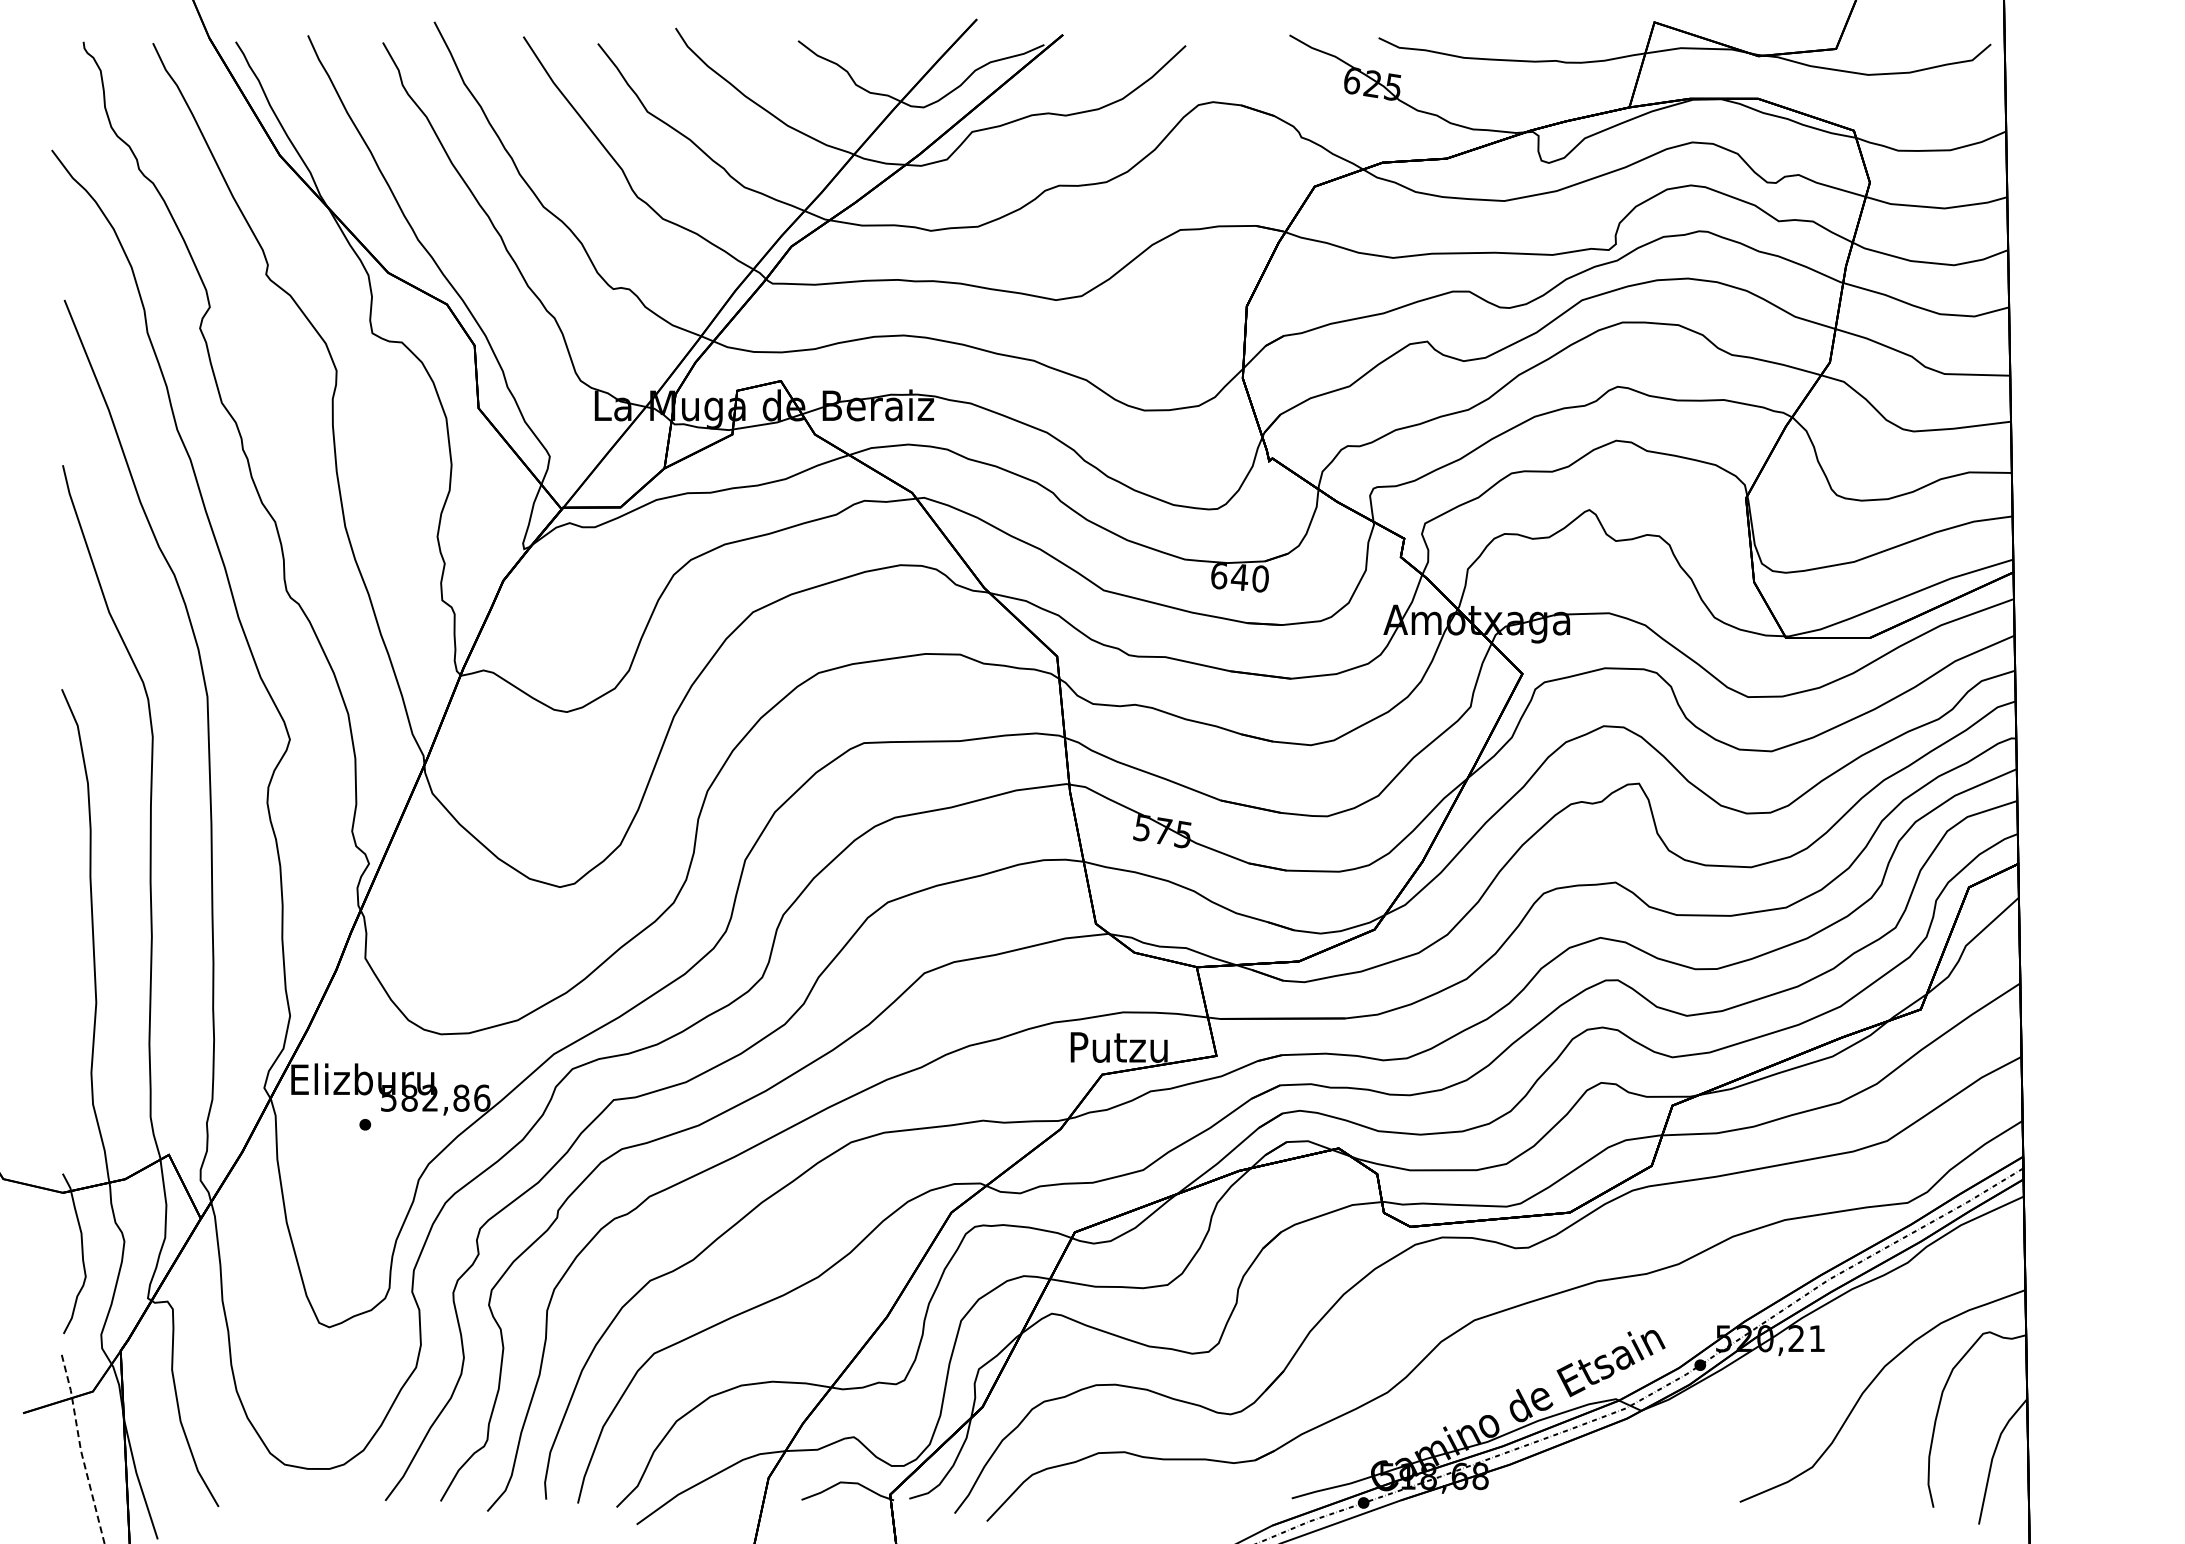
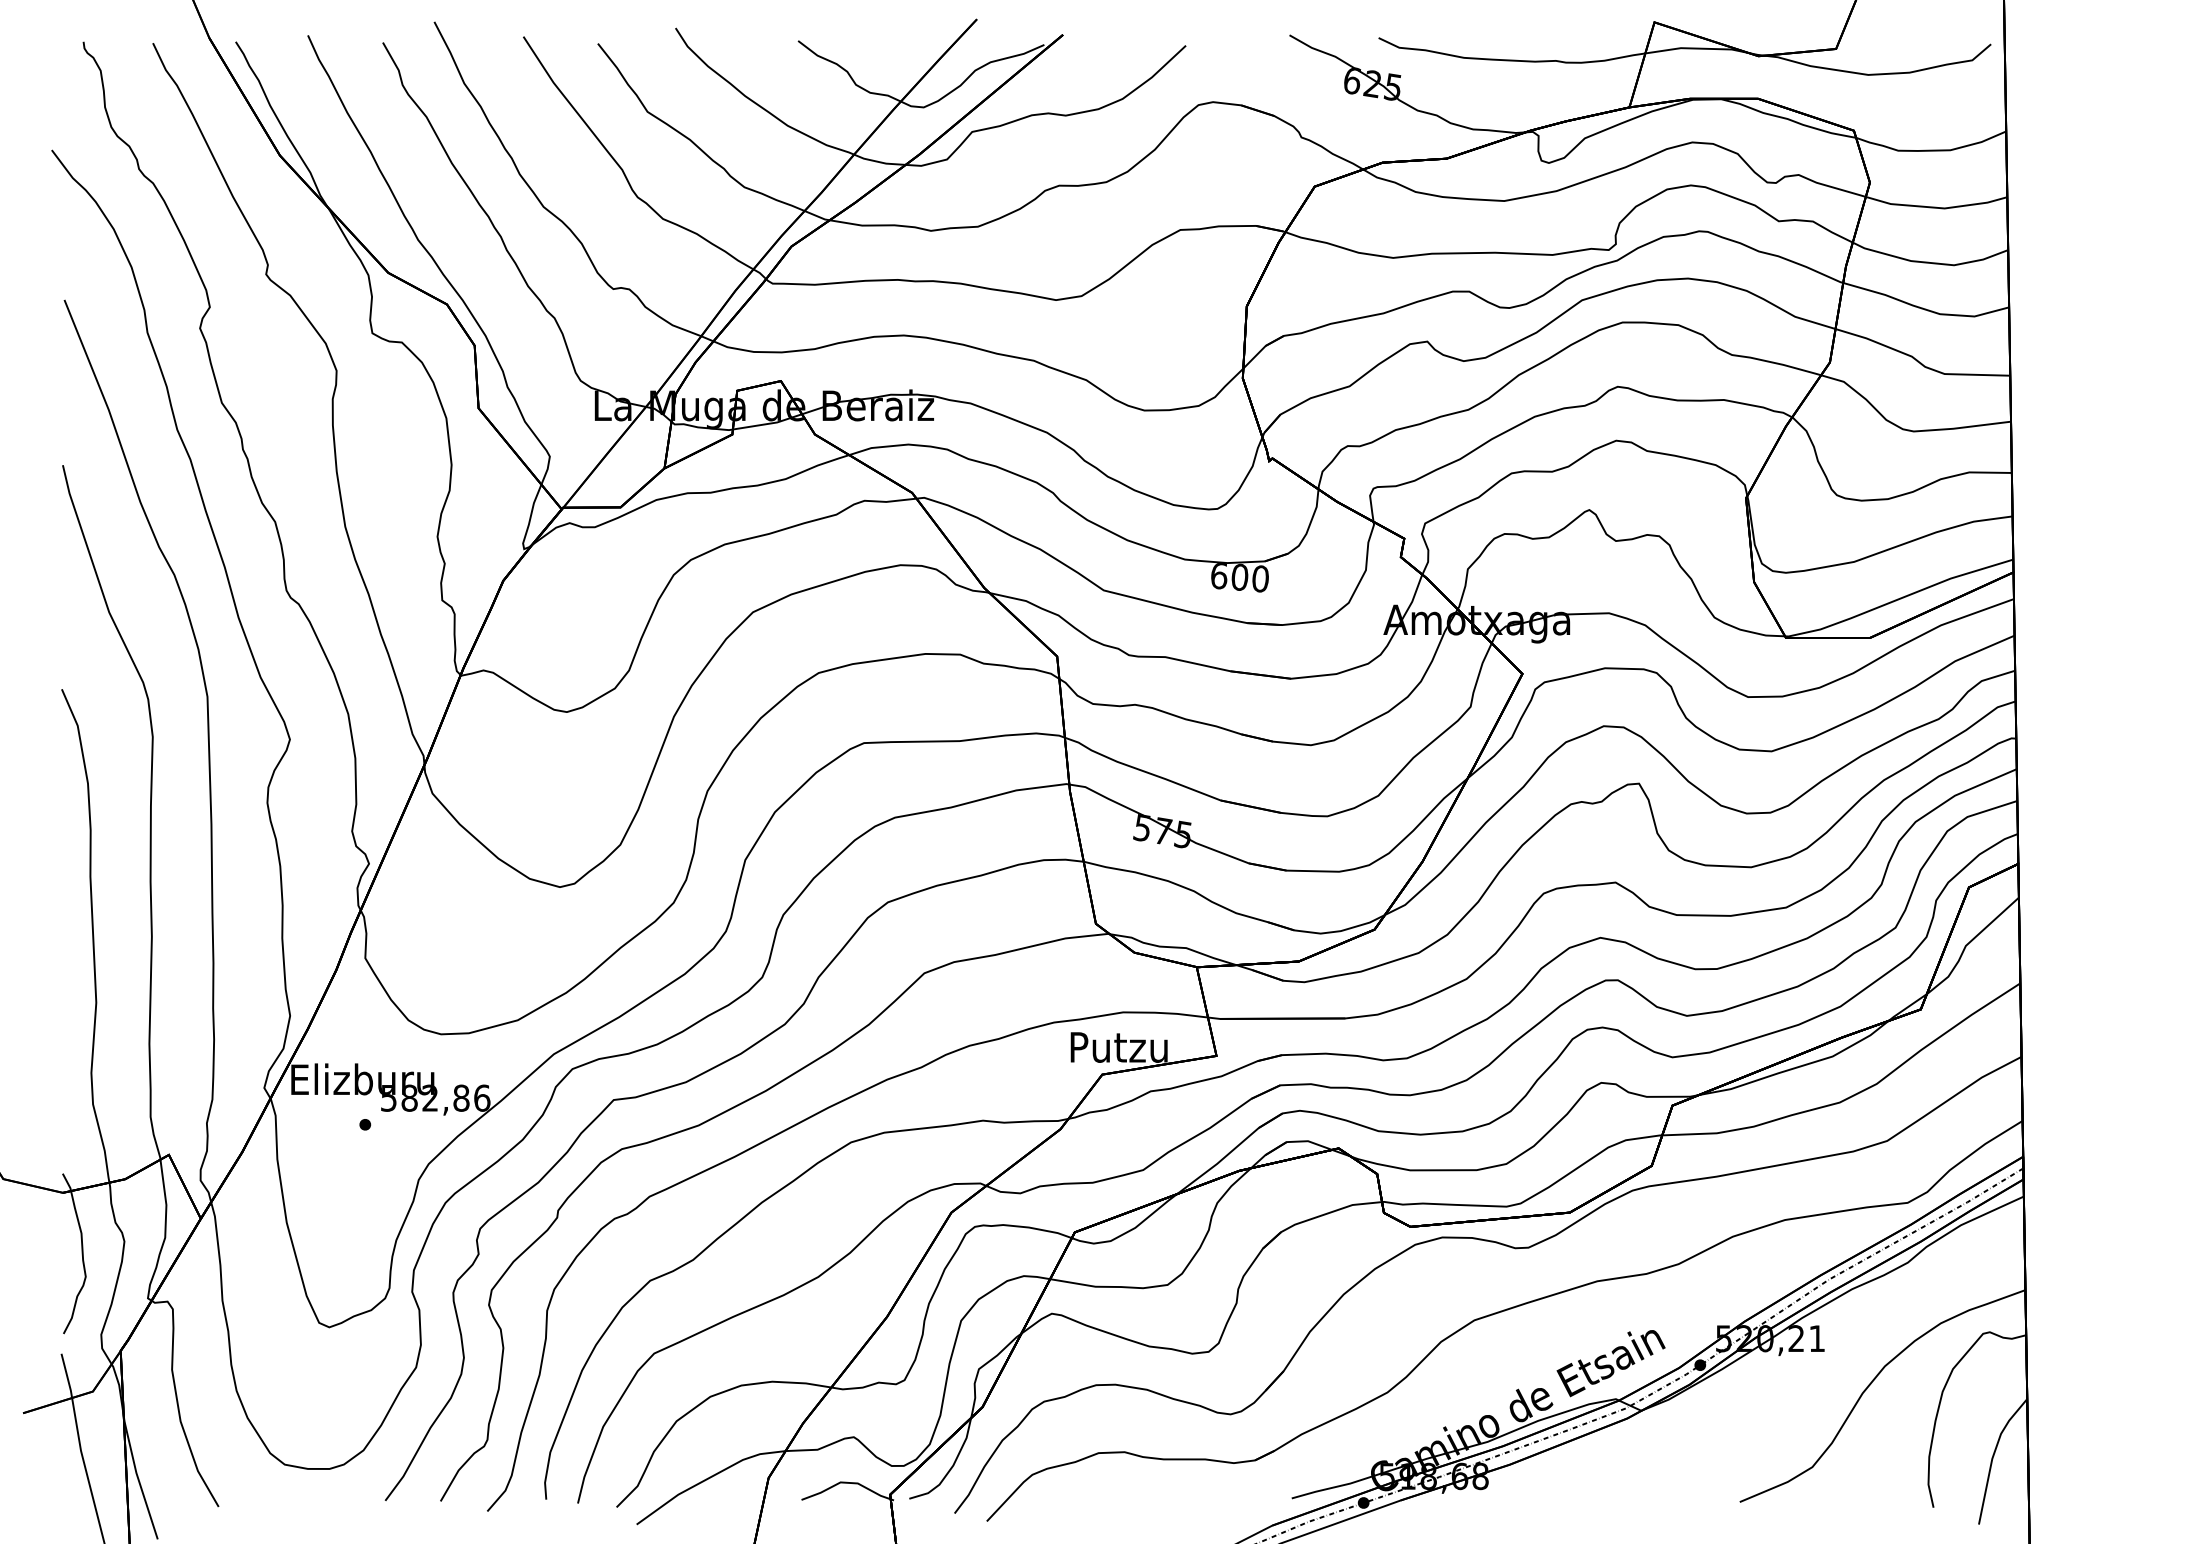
text at (1239, 576): 640 -> 600
line at (80, 1447): dashed -> solid
